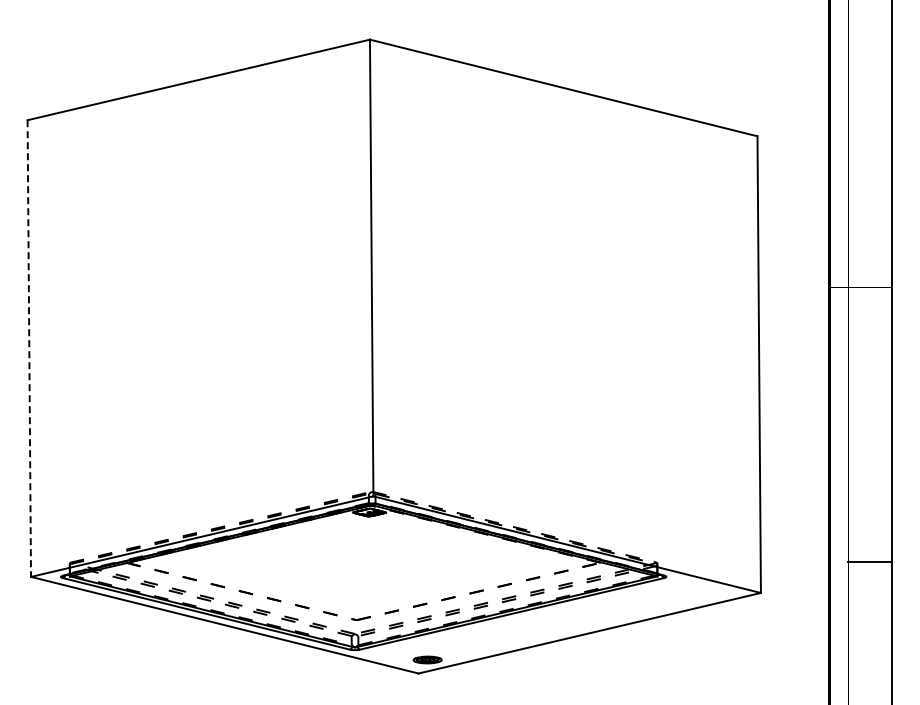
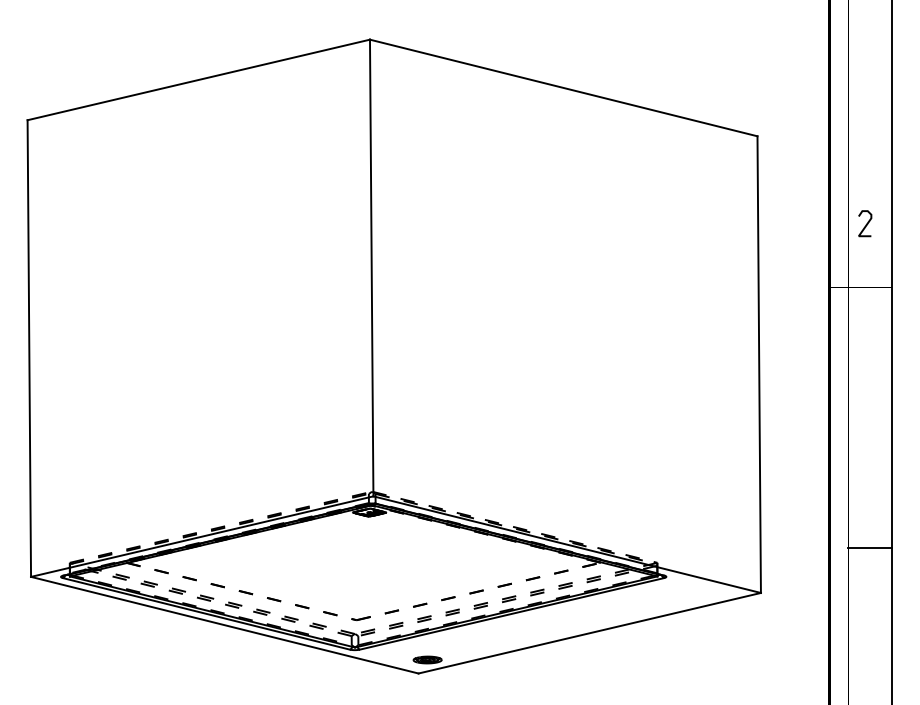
curve at (866, 223): none -> present
line at (29, 349): dashed -> solid
line at (870, 561) position: (870, 561) -> (870, 547)
